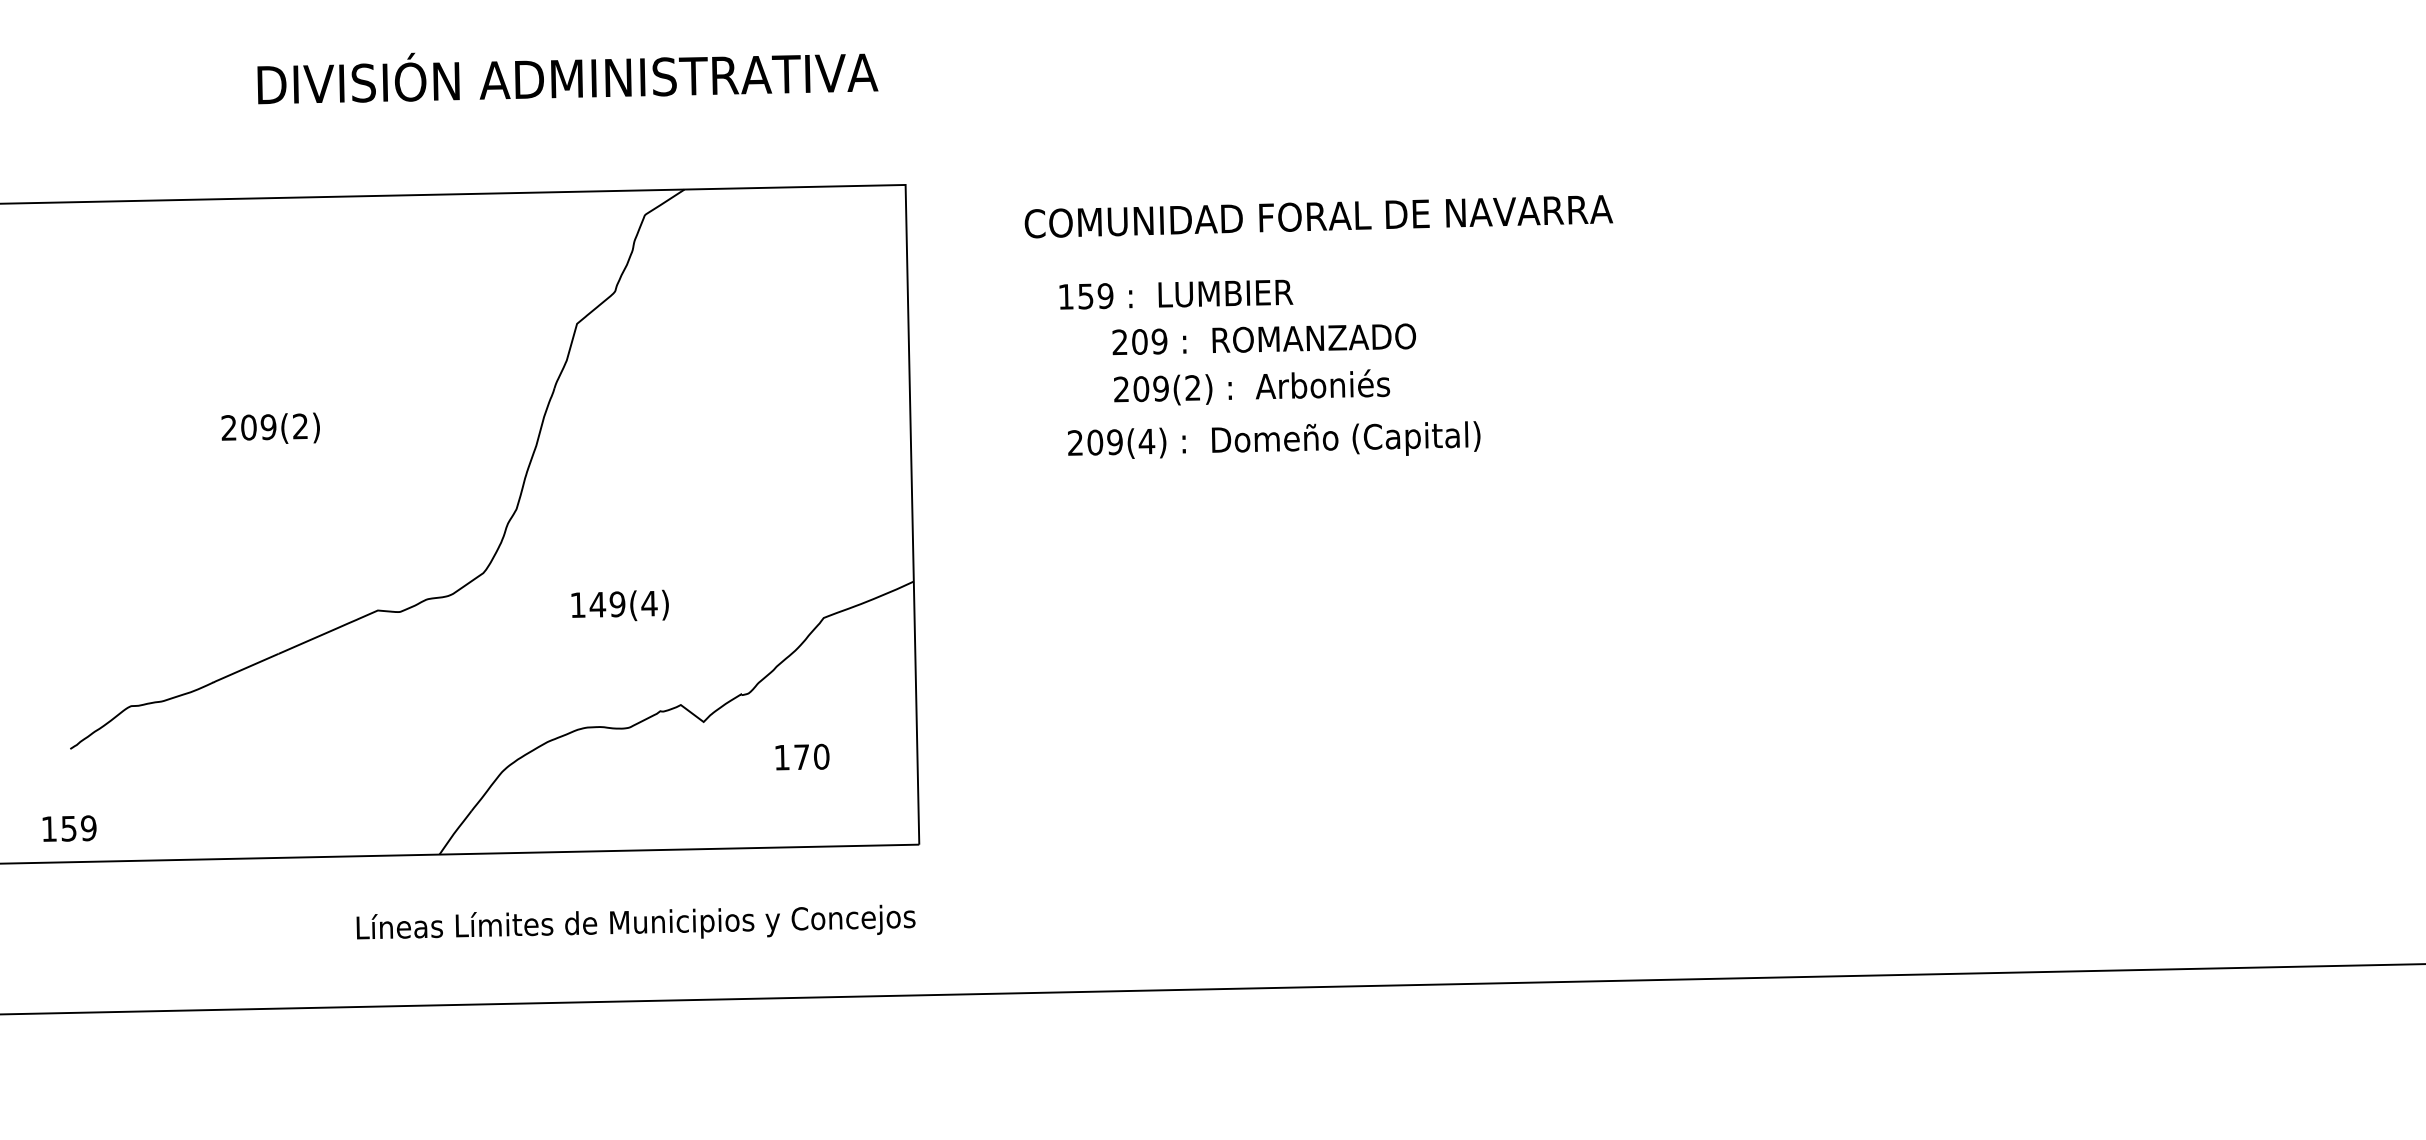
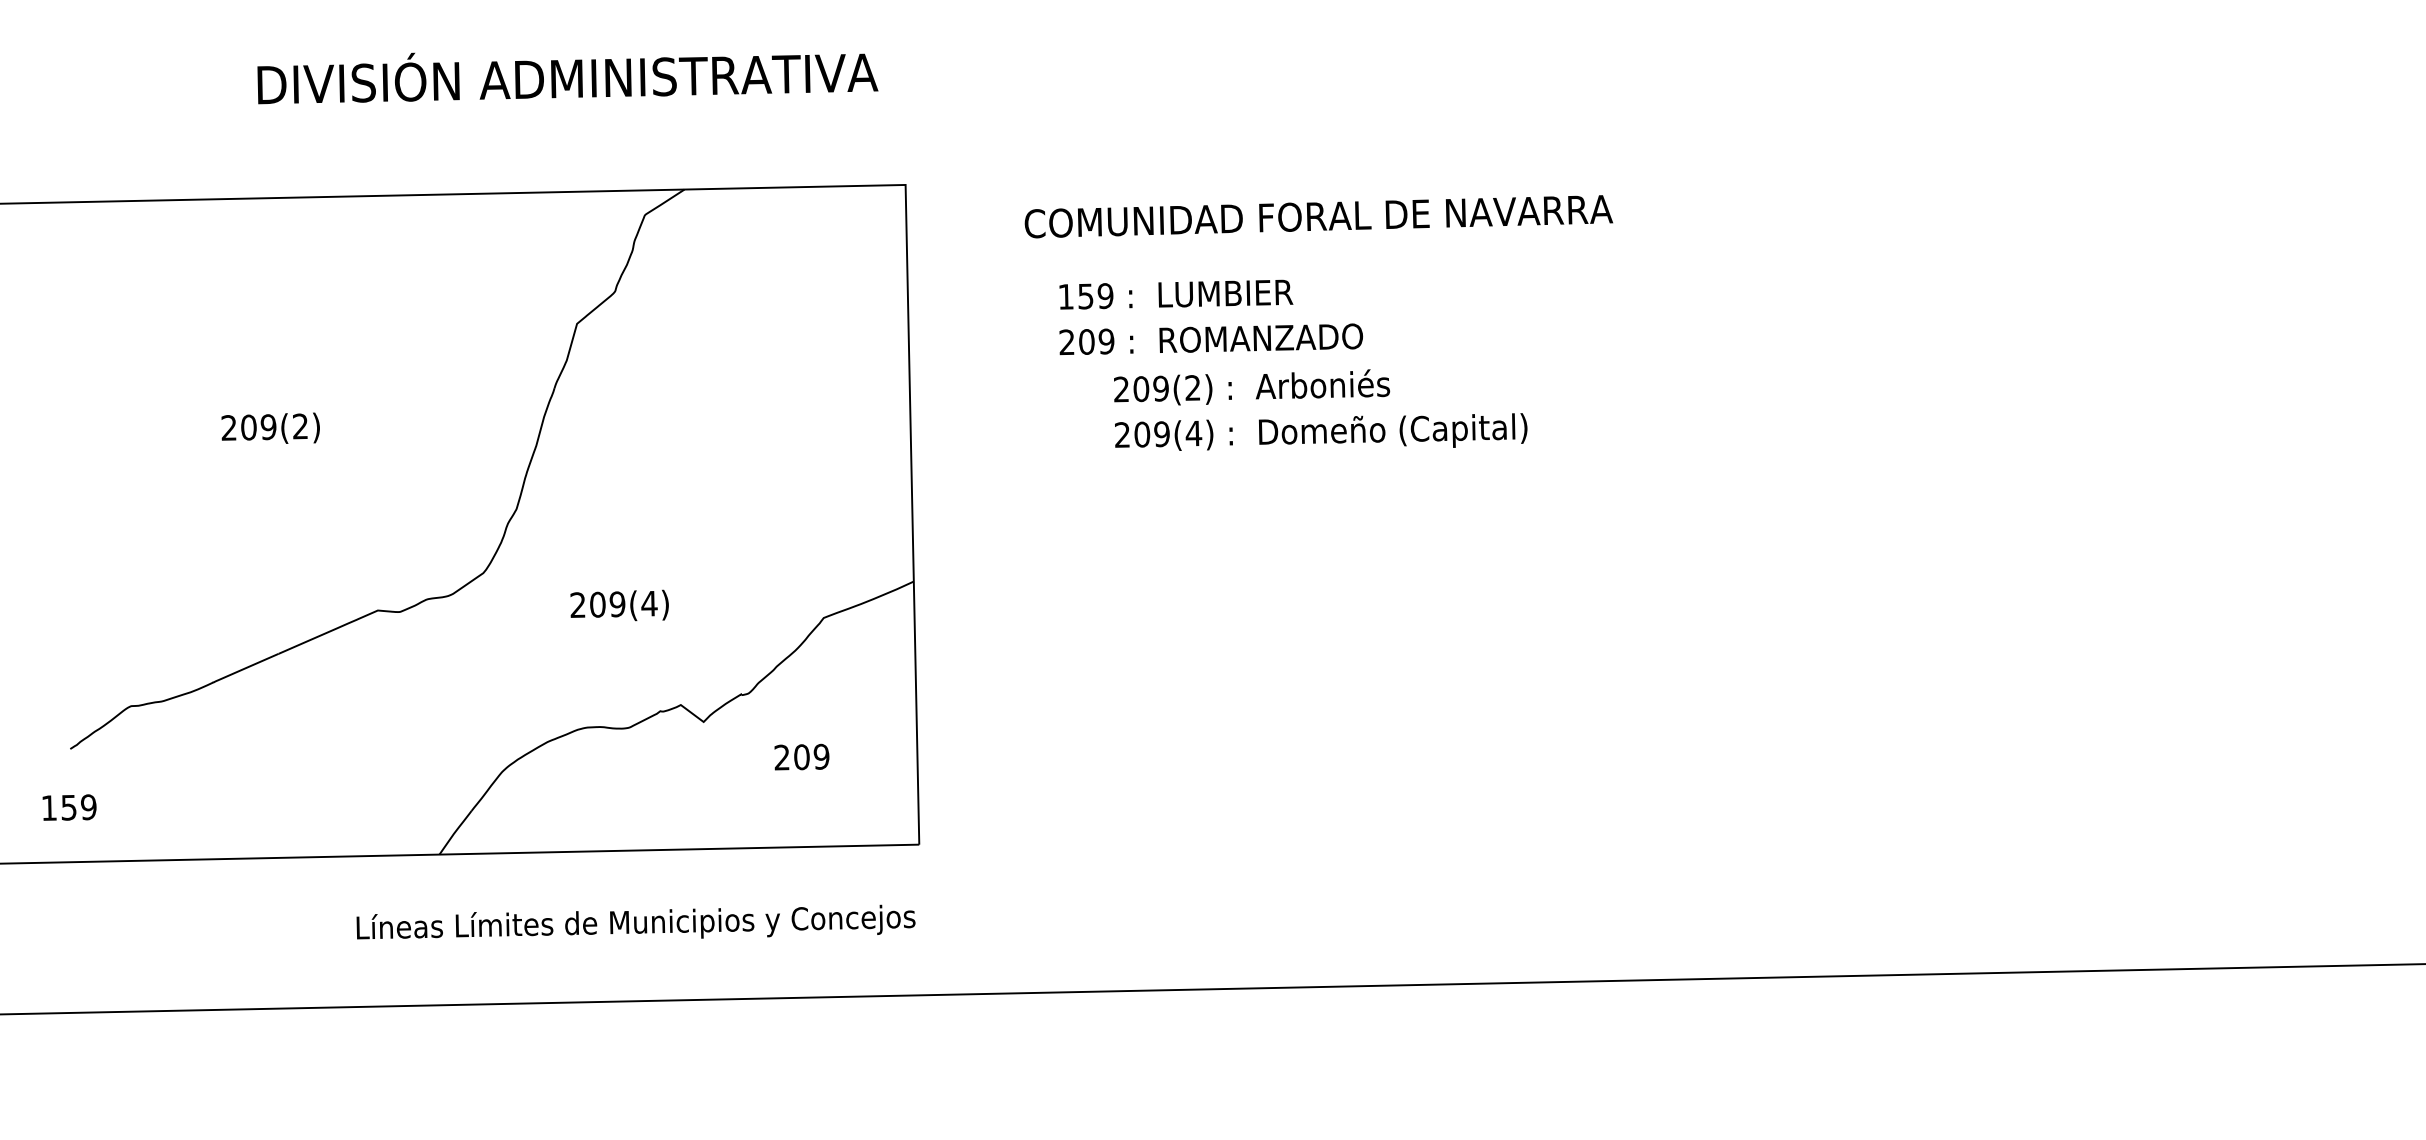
text at (1263, 339) position: (1263, 339) -> (1210, 339)
text at (1274, 439) position: (1274, 439) -> (1321, 431)
text at (588, 604): 149(4) -> 209(4)
text at (801, 757): 170 -> 209
text at (69, 828) position: (69, 828) -> (69, 807)
